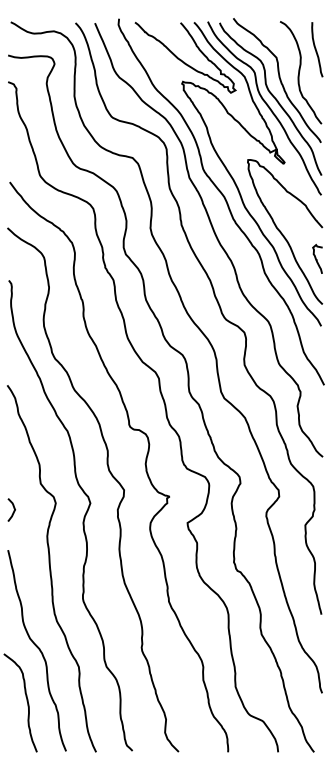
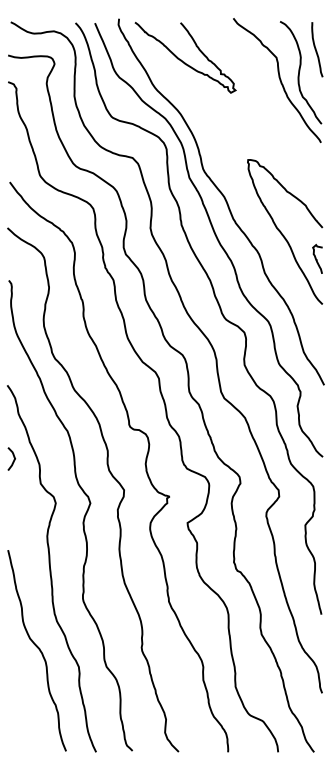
part at (235, 181): present -> none
curve at (13, 508) position: (13, 508) -> (13, 457)
curve at (26, 701): present -> none
